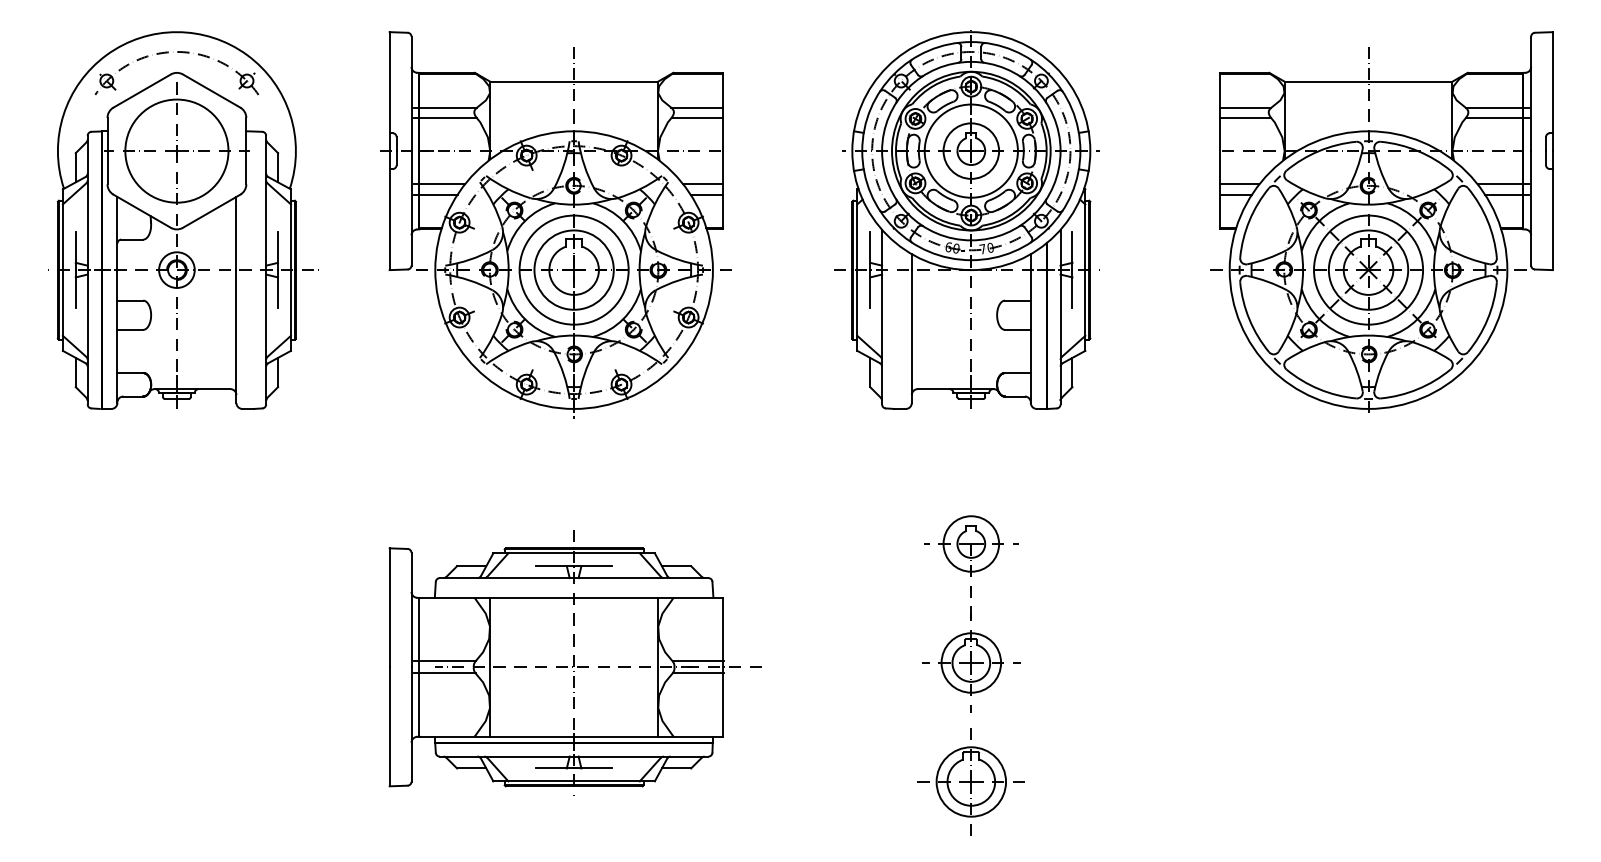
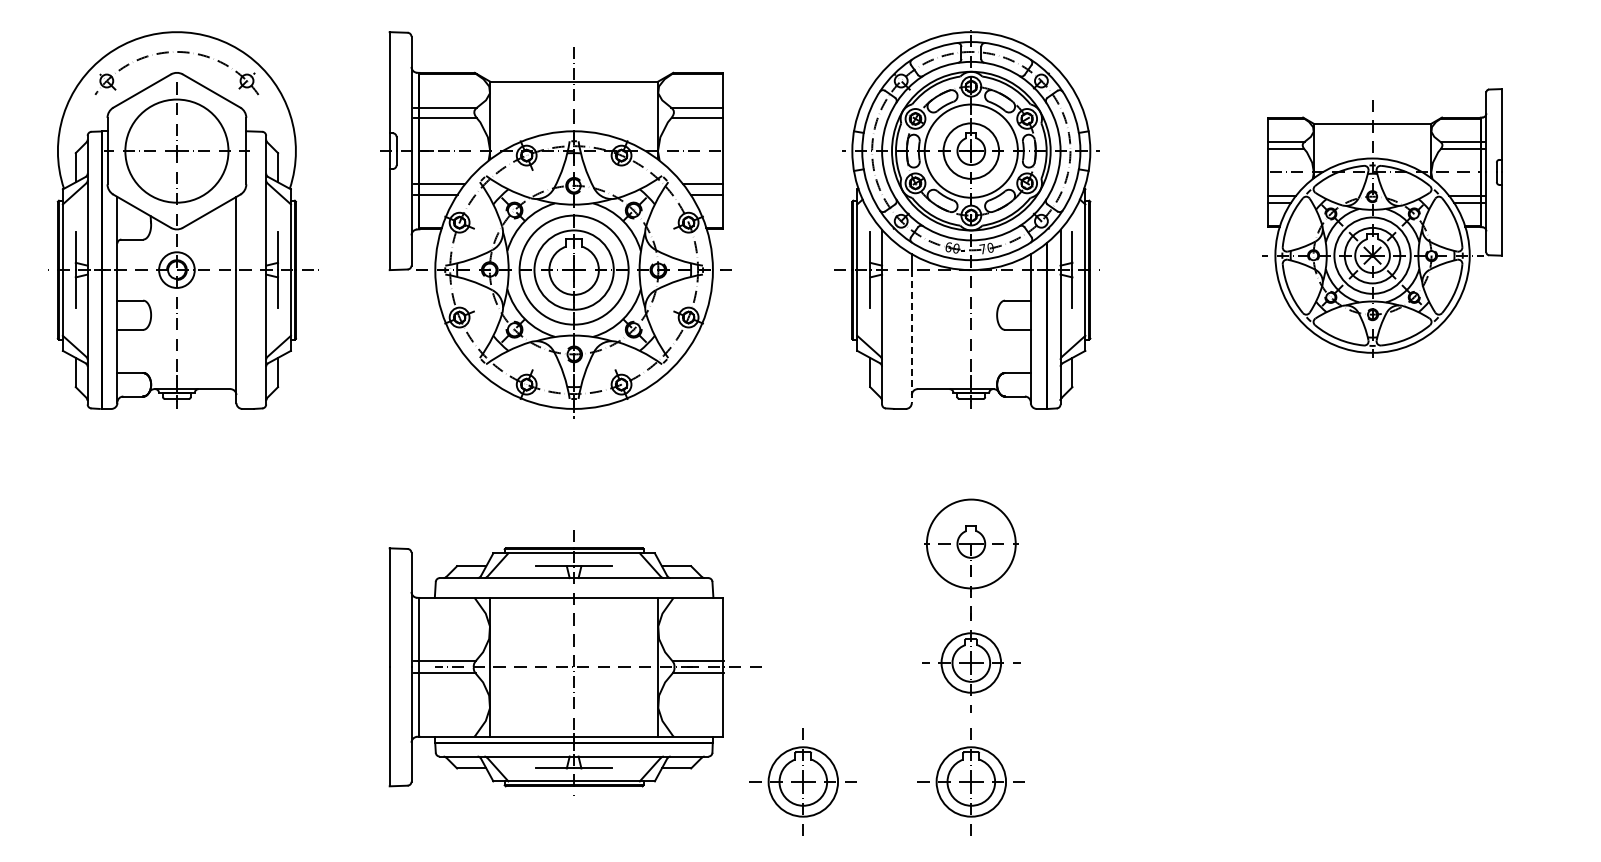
part at (1381, 221) size: 344x382 px -> 241x270 px
line at (911, 337): solid -> dashed
circle at (971, 543) diameter: 56 px -> 89 px
part at (802, 781): none -> present
